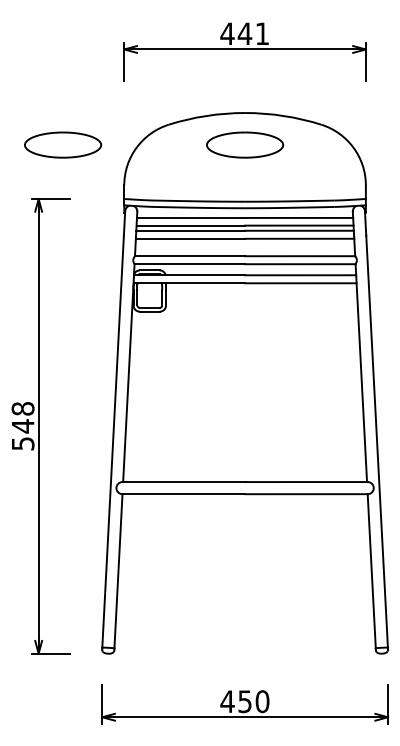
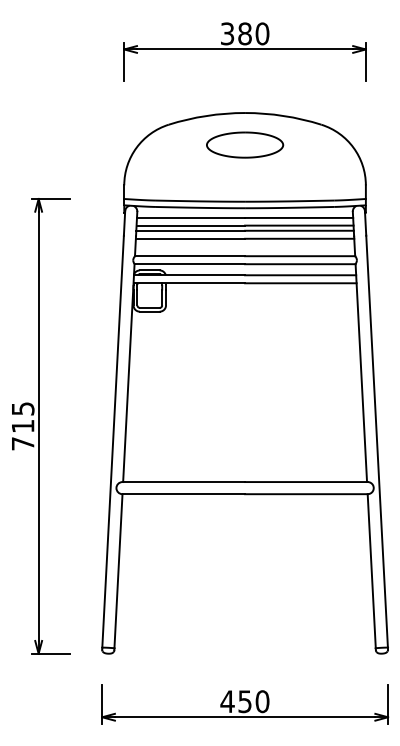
text at (244, 33): 441 -> 380
part at (63, 144): present -> none
text at (22, 426): 548 -> 715
